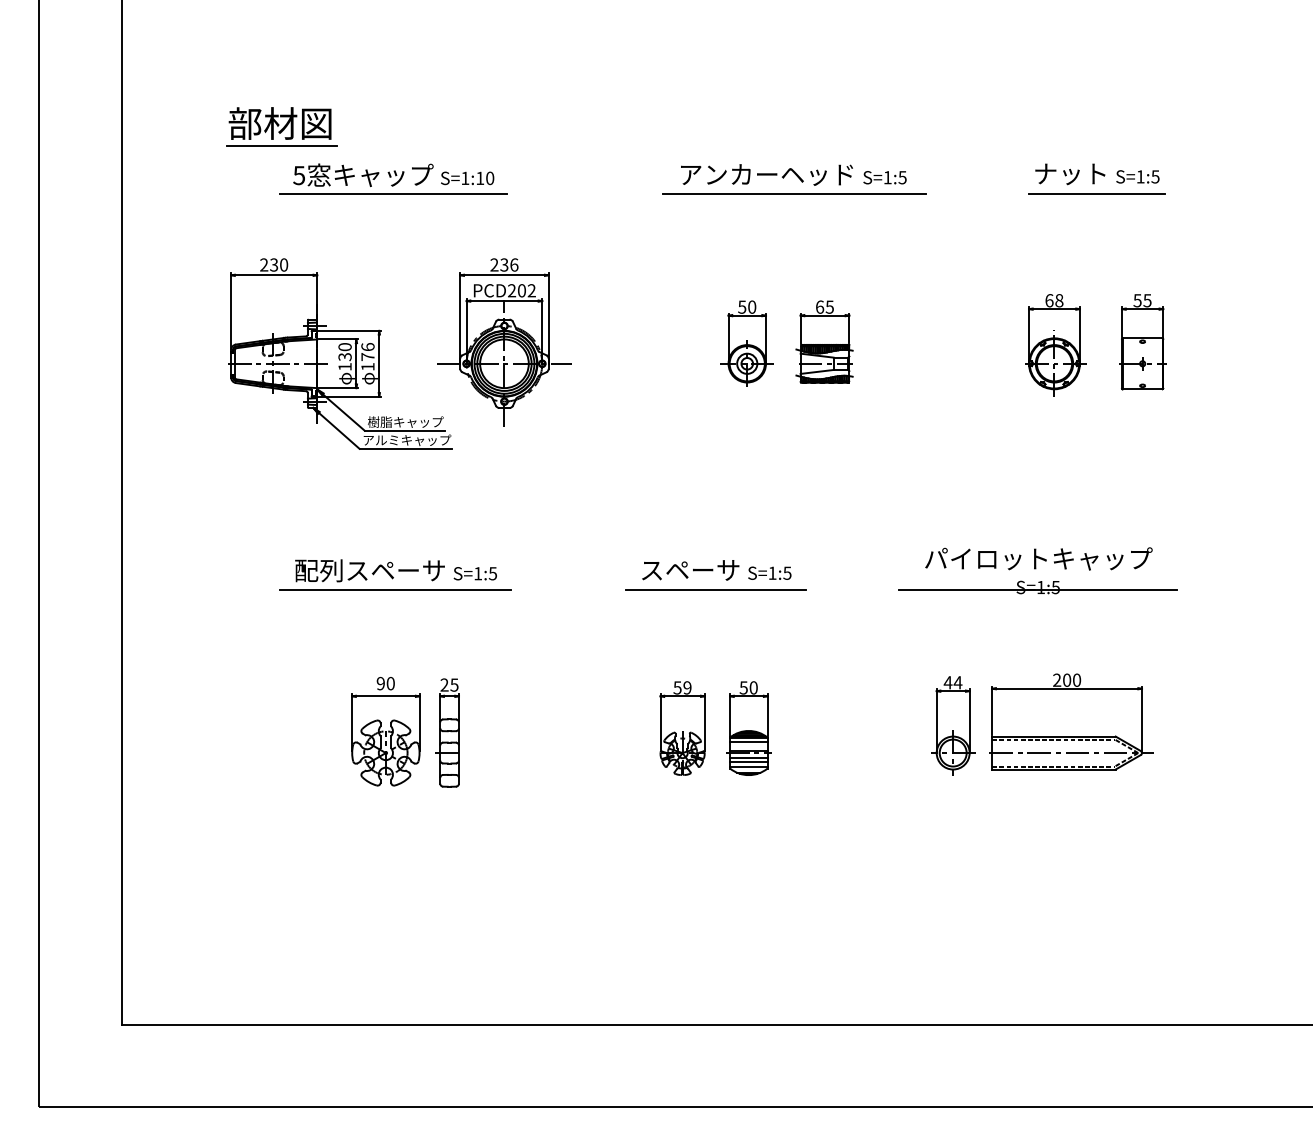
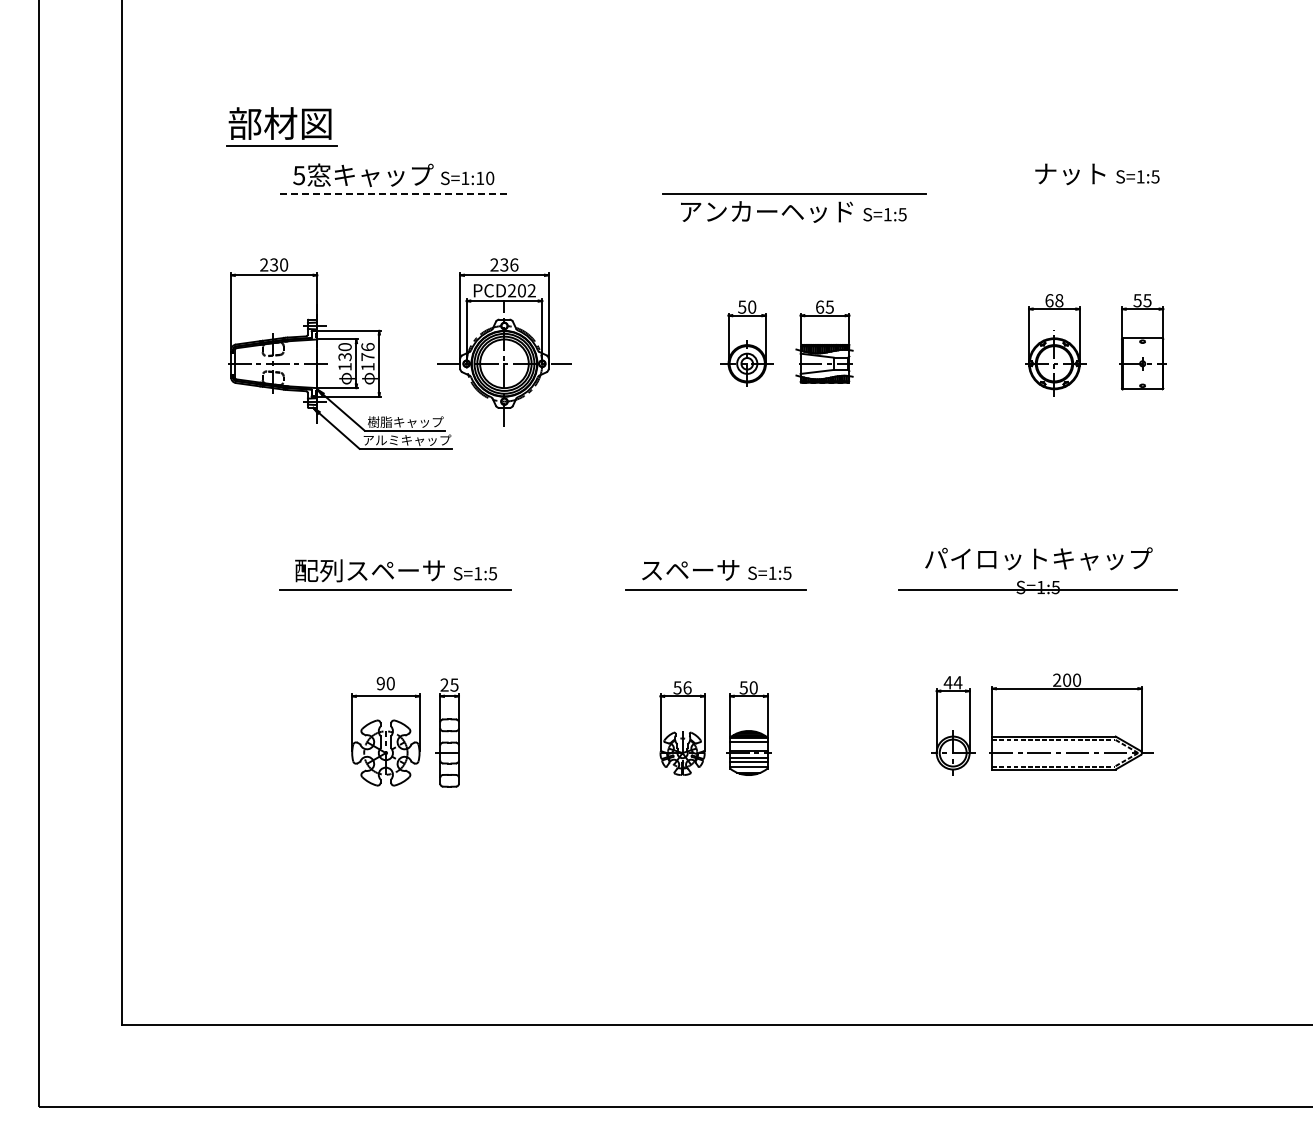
text at (793, 174) position: (793, 174) -> (793, 211)
line at (394, 193): solid -> dashed
line at (1096, 193): present -> none
text at (687, 687): 59 -> 56
